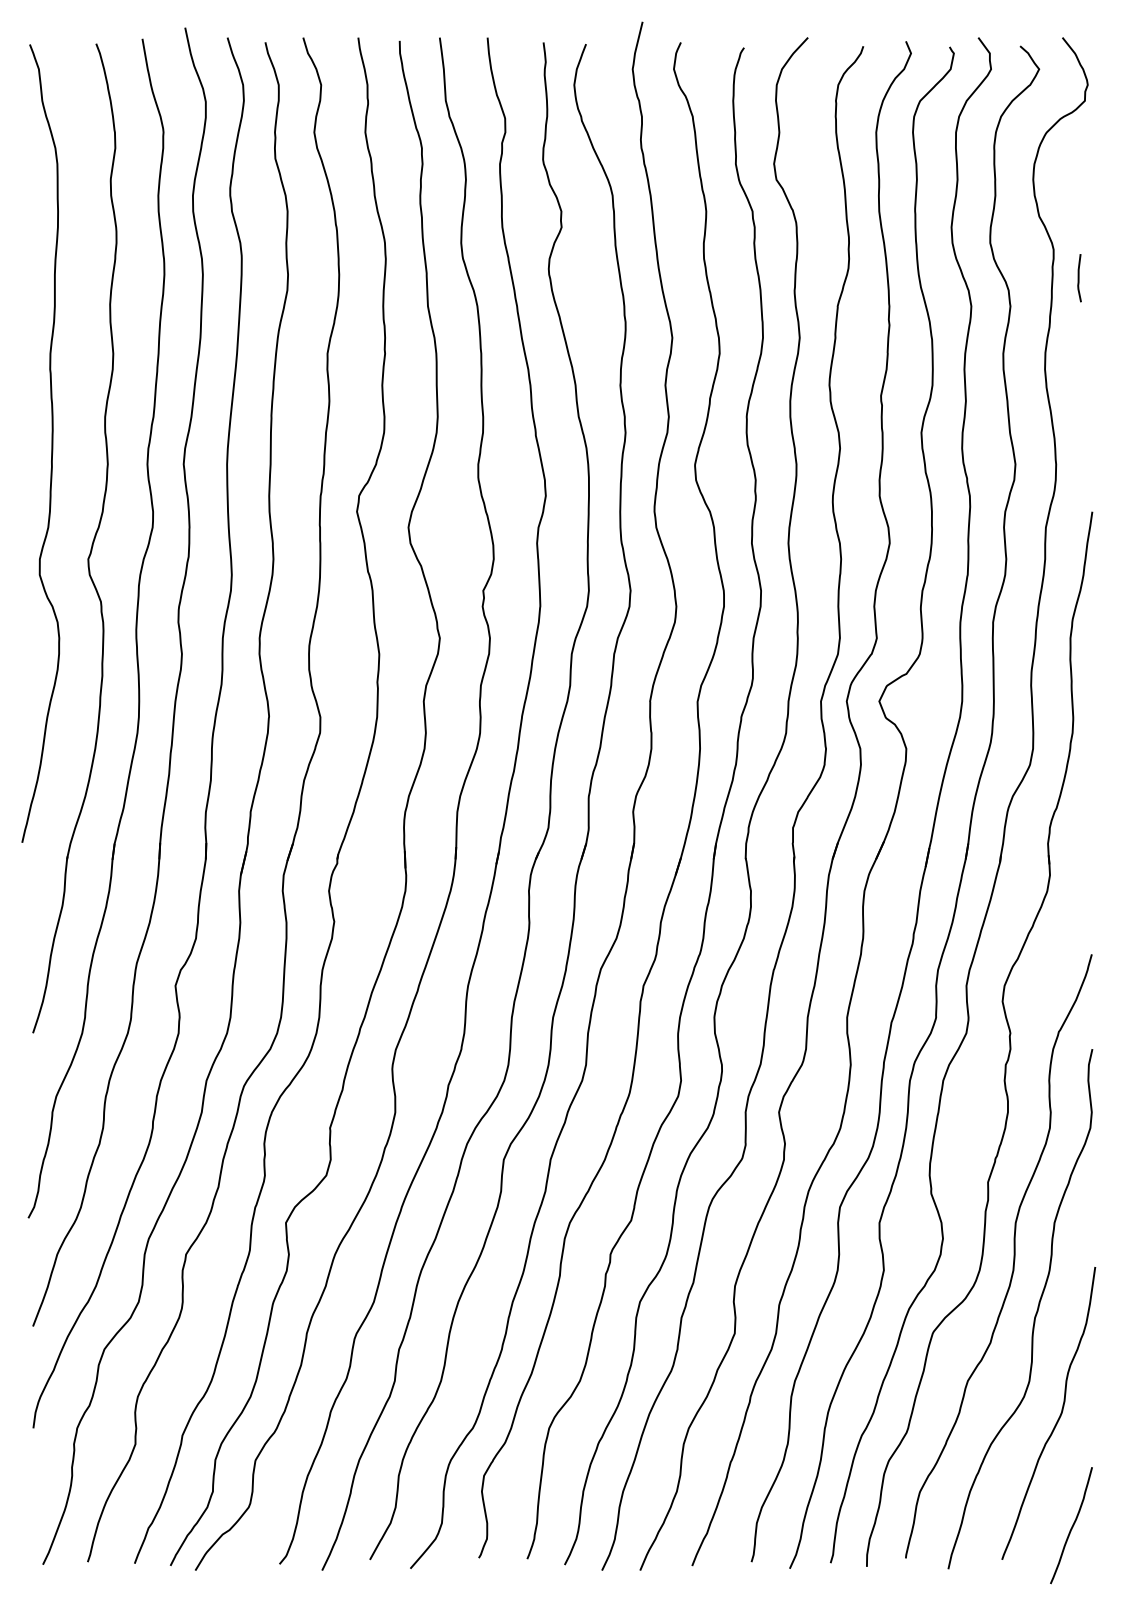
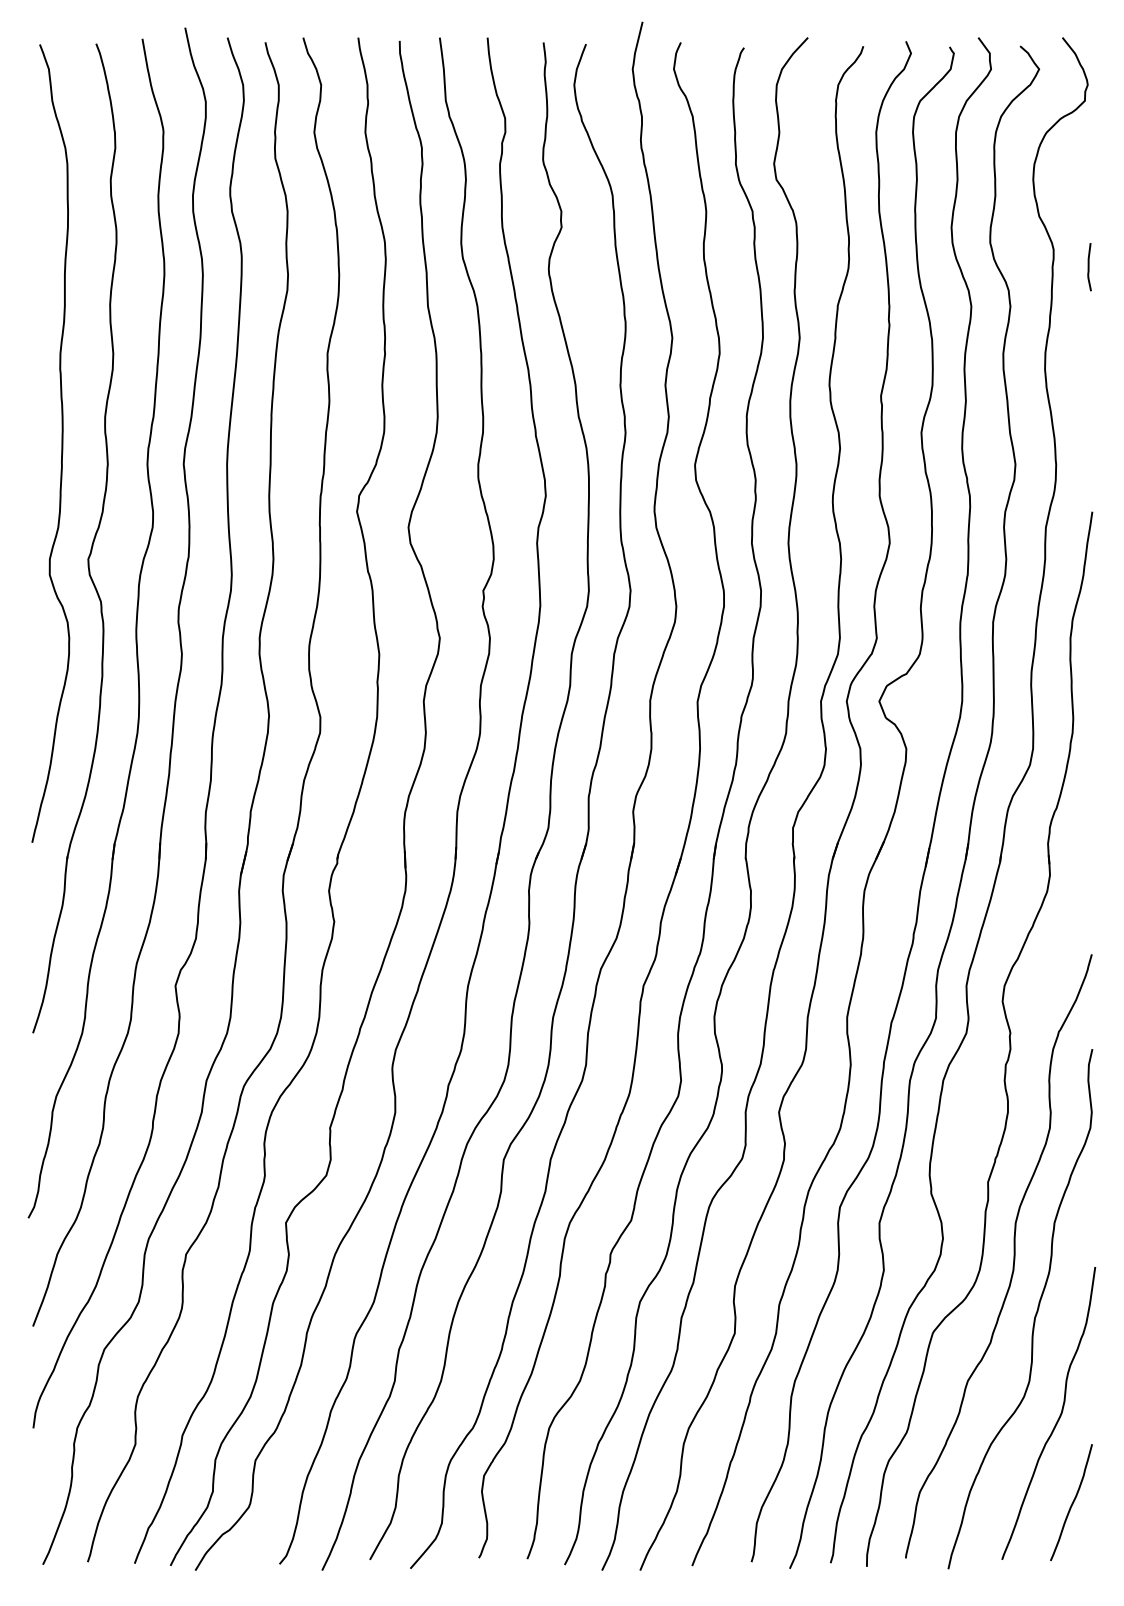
curve at (1079, 278) position: (1079, 278) -> (1089, 267)
curve at (51, 443) position: (51, 443) -> (61, 443)
curve at (1072, 1525) position: (1072, 1525) -> (1072, 1502)
